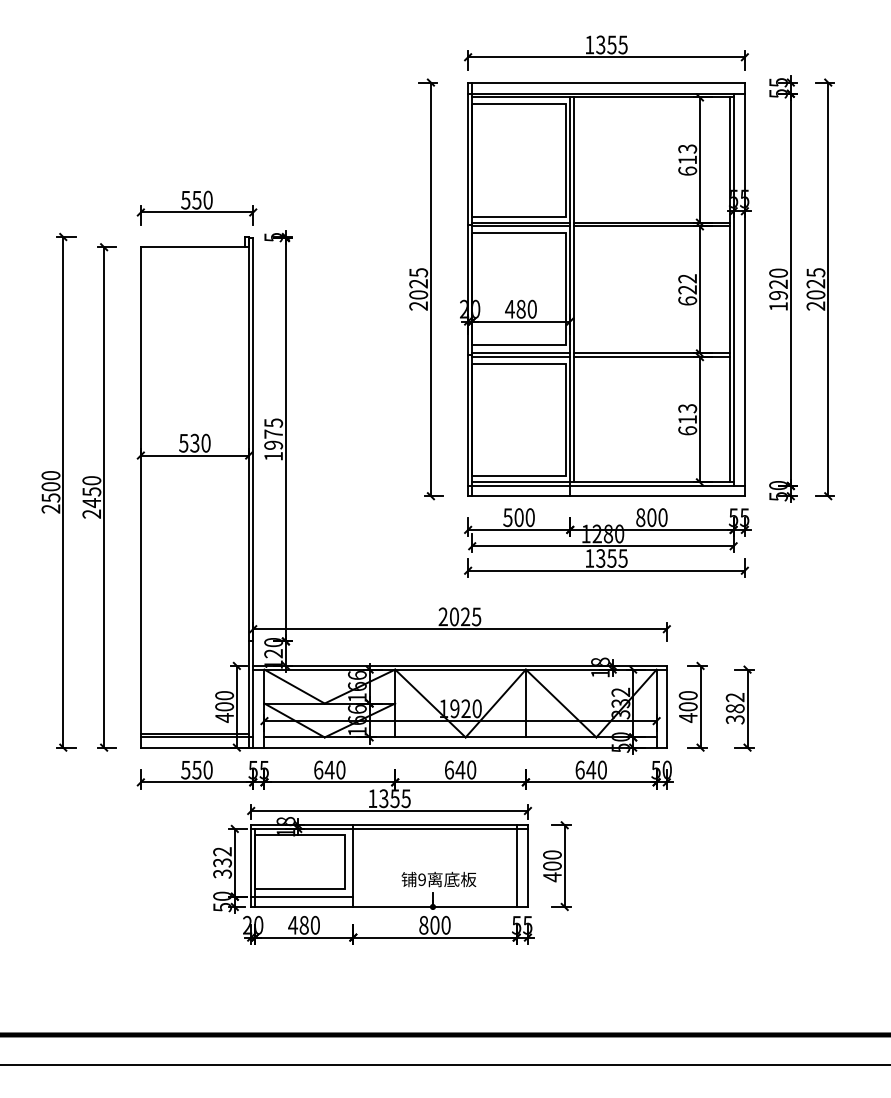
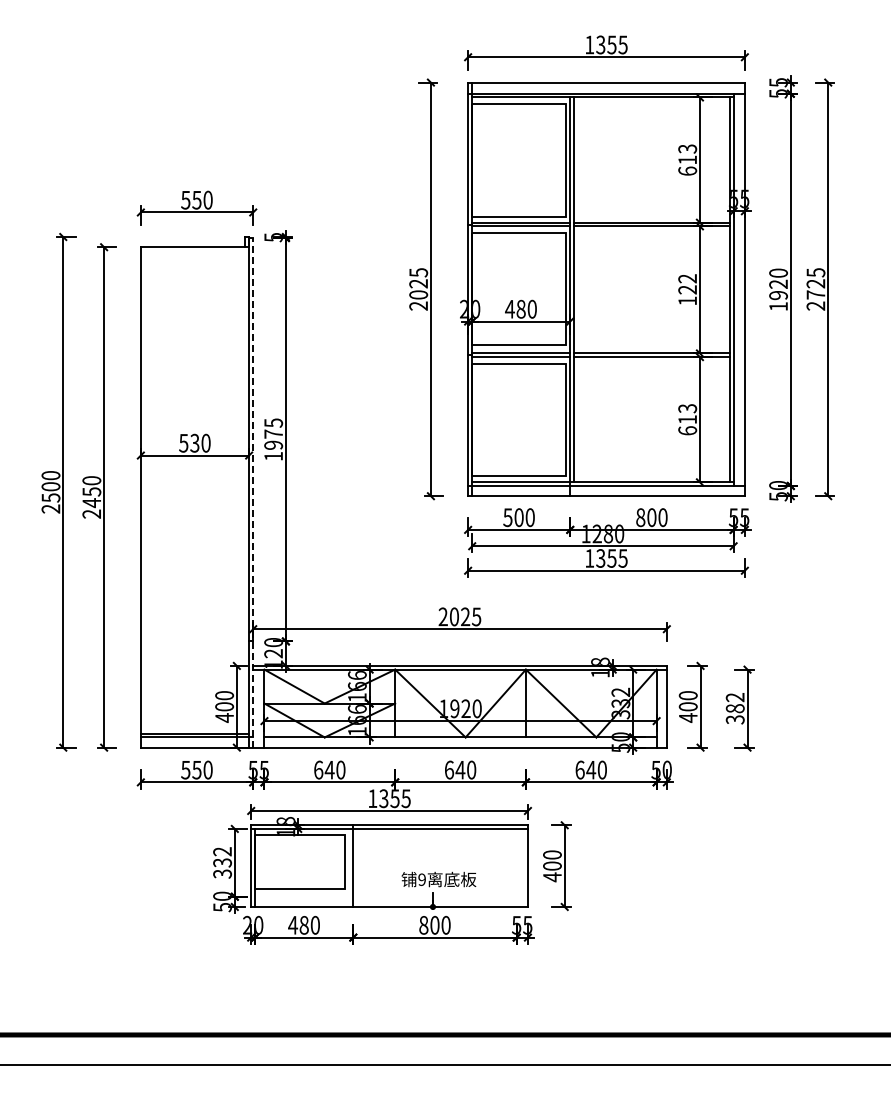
text at (815, 294): 2025 -> 2725
text at (687, 300): 622 -> 122
line at (253, 492): solid -> dashed
line at (516, 865): present -> none
line at (302, 896): present -> none
